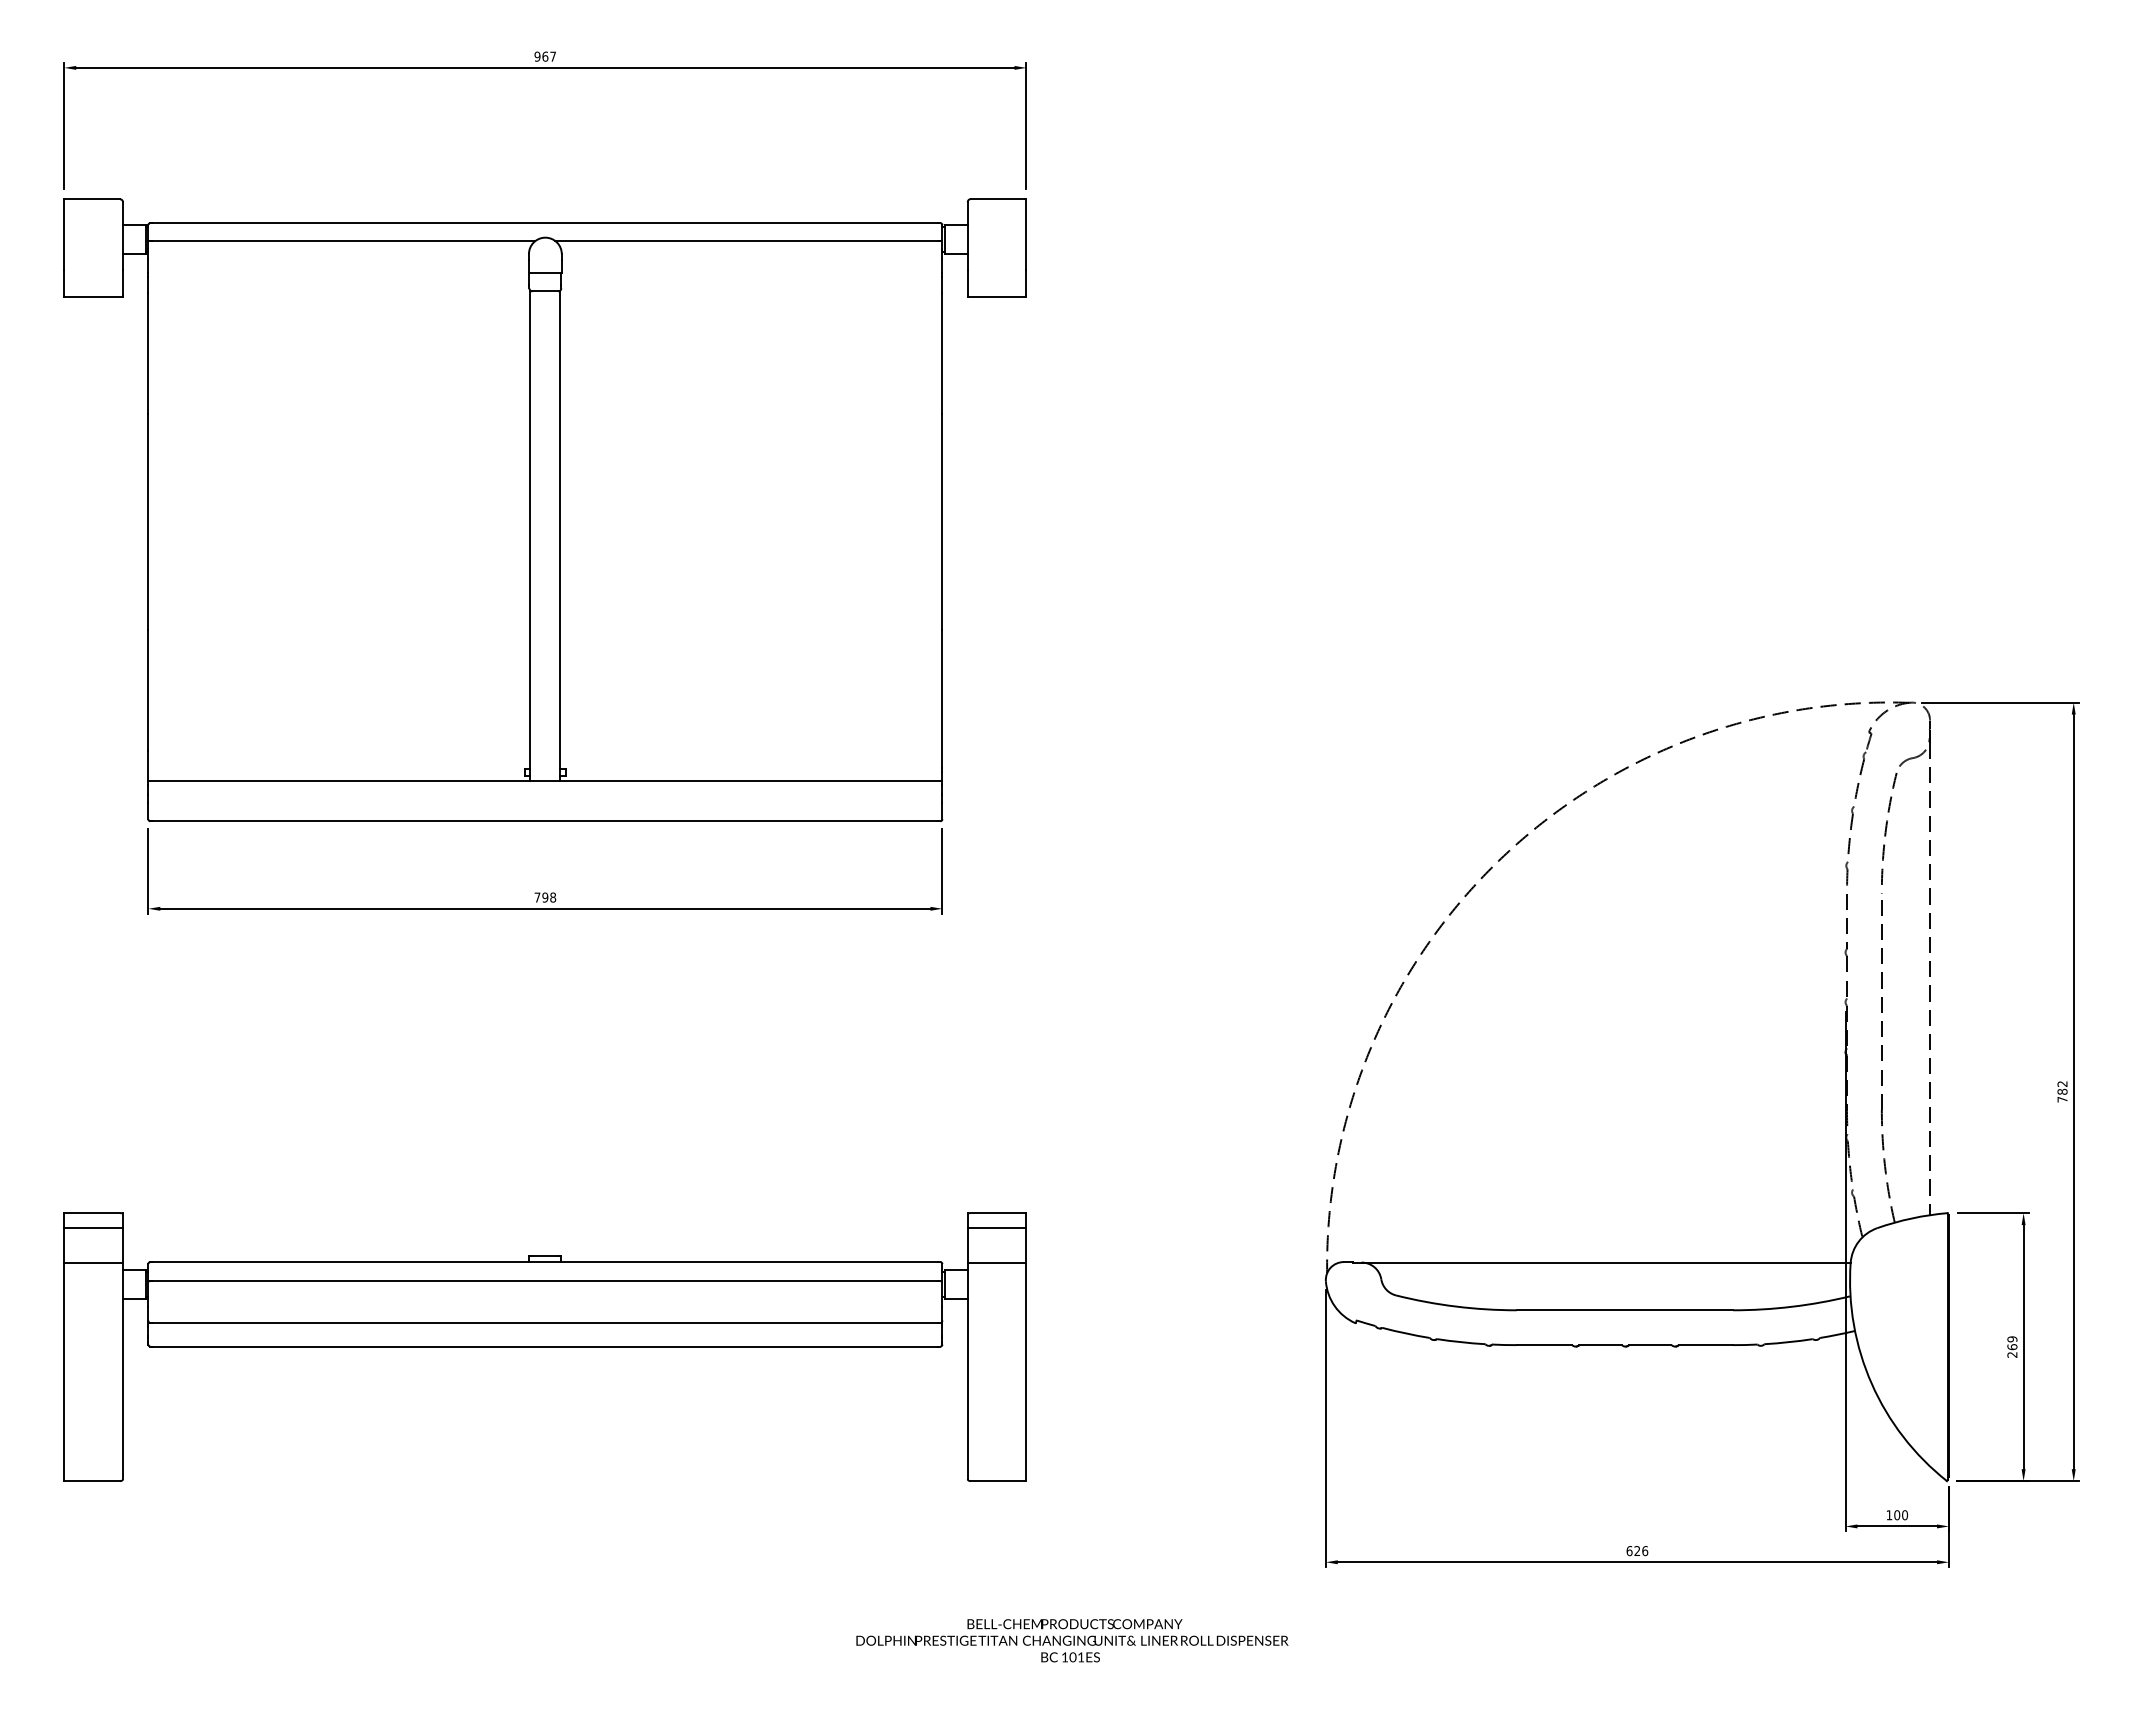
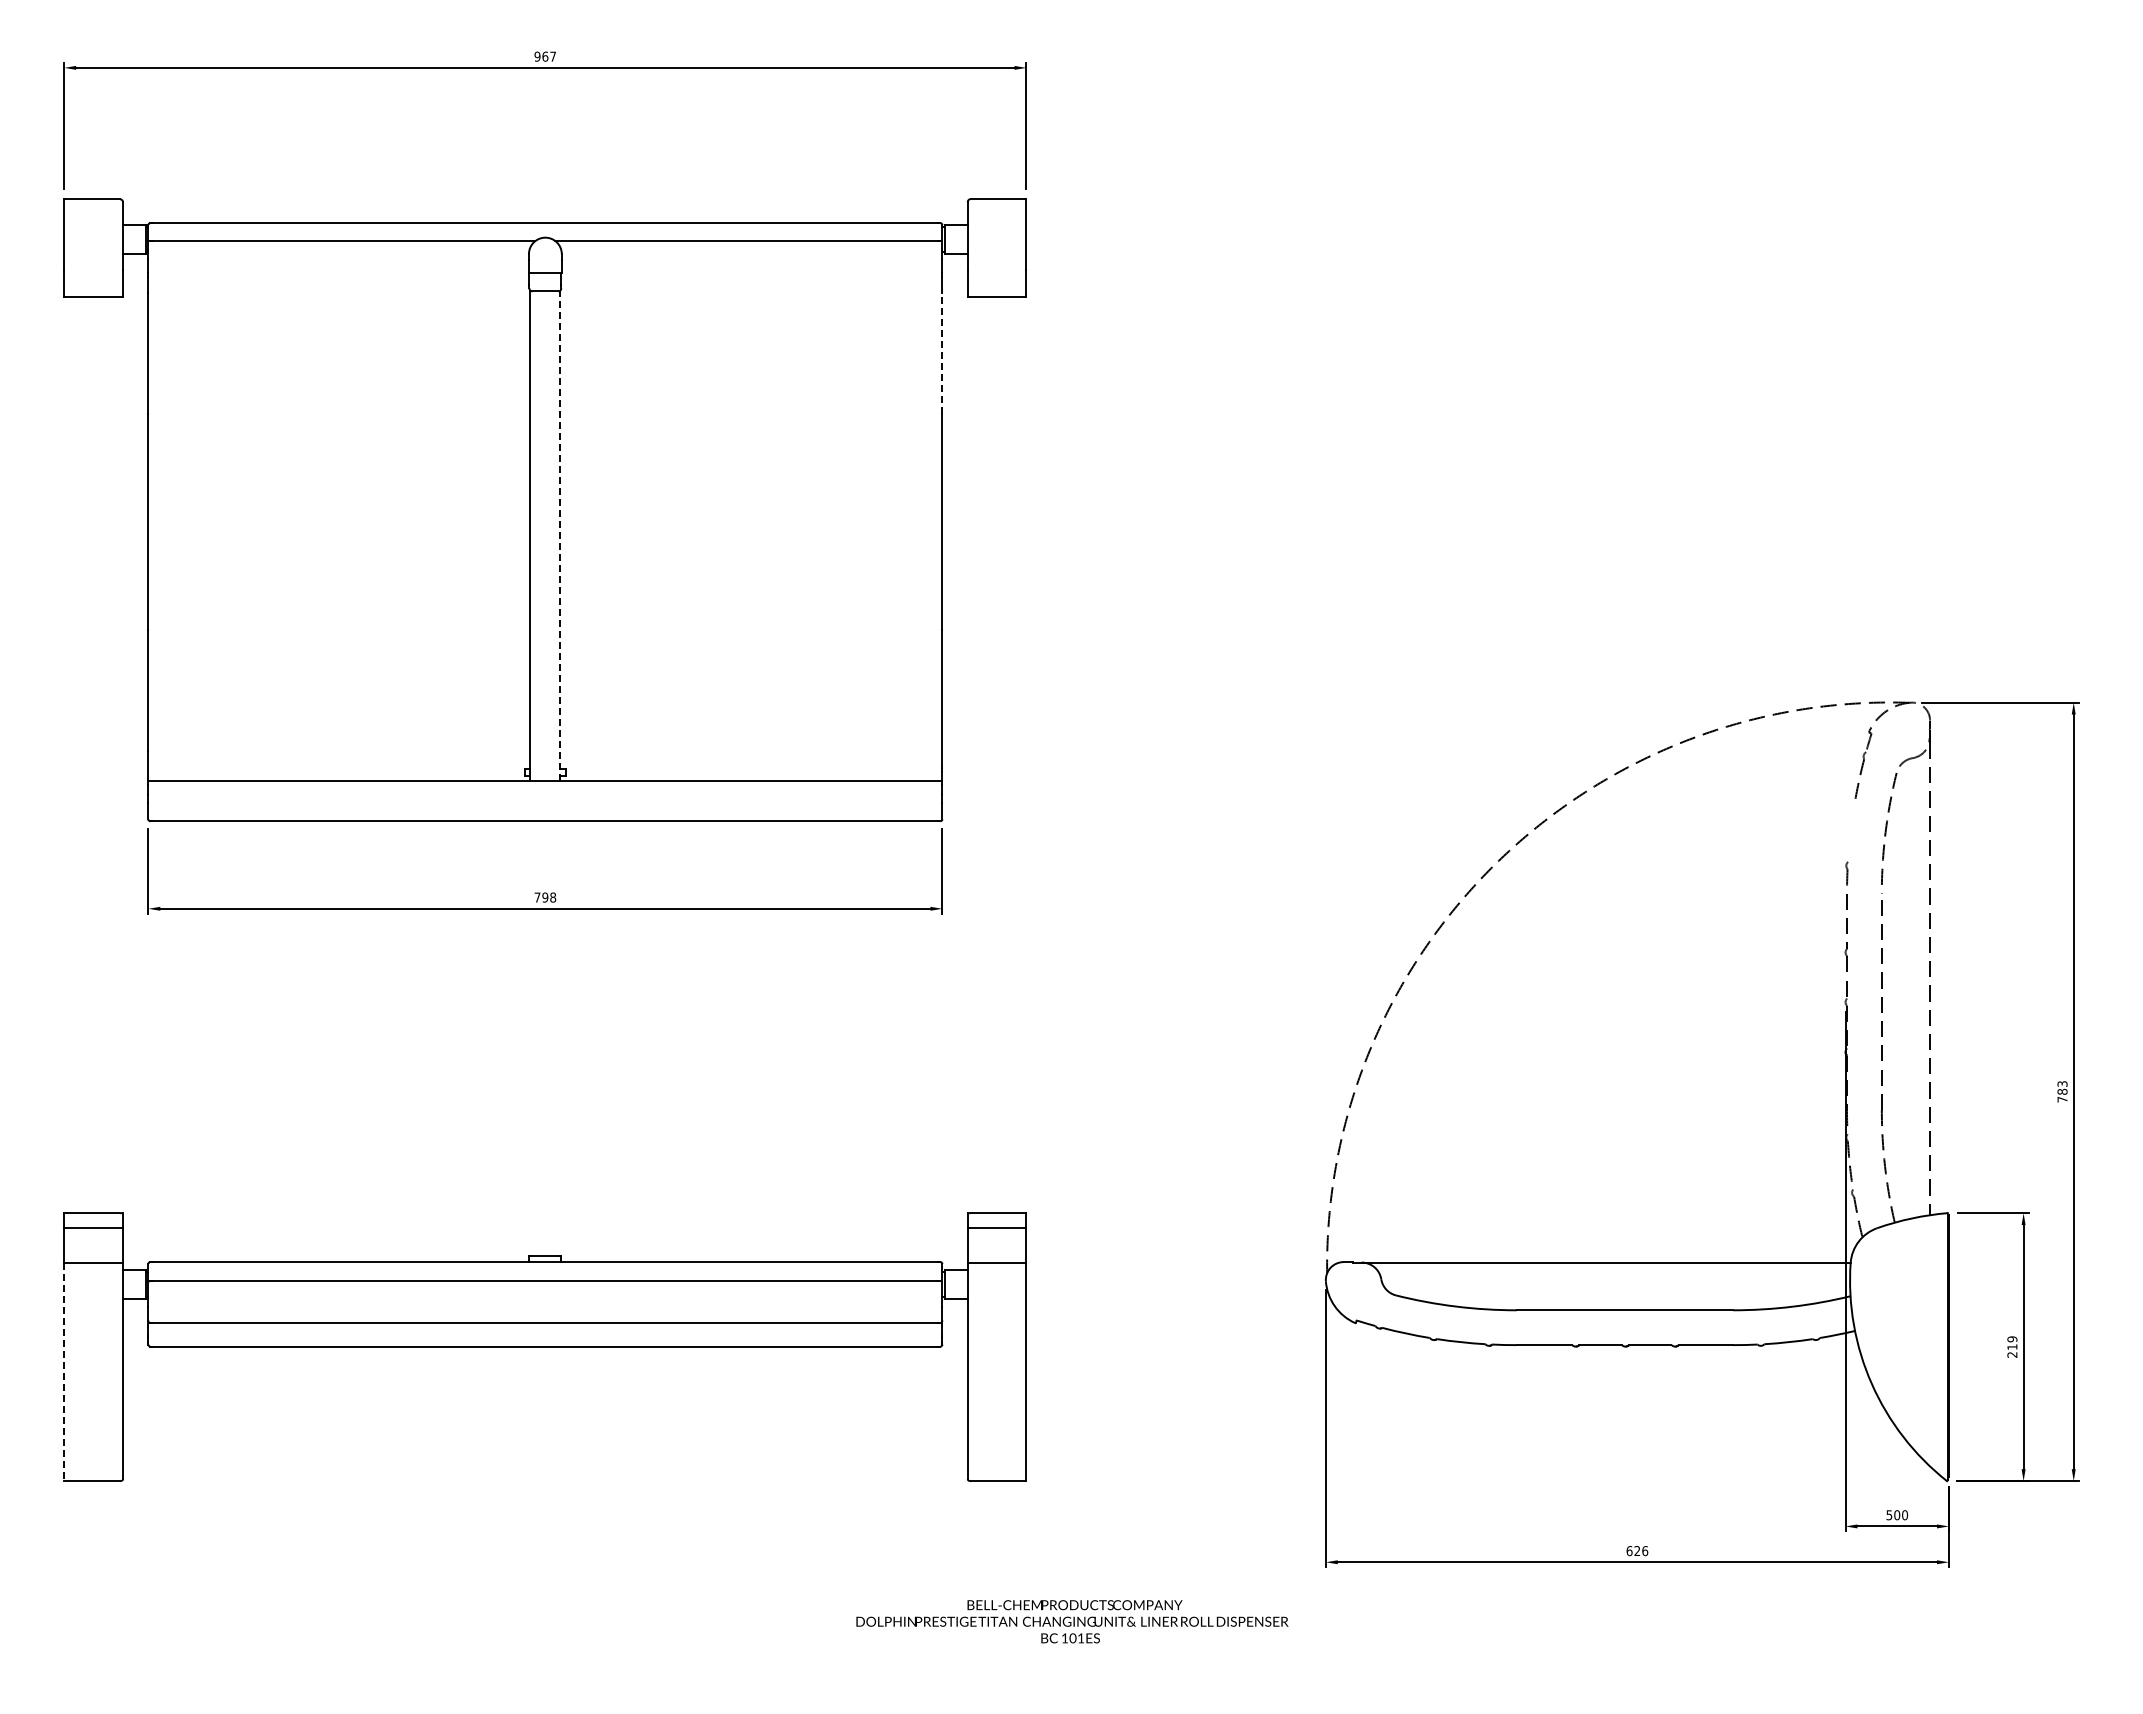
line at (942, 353): solid -> dashed
line at (560, 535): solid -> dashed
part at (1850, 829): present -> none
text at (2062, 1083): 782 -> 783
text at (2012, 1347): 269 -> 219
line at (64, 1372): solid -> dashed
text at (1889, 1515): 100 -> 500
text at (1072, 1640) position: (1072, 1640) -> (1072, 1621)
